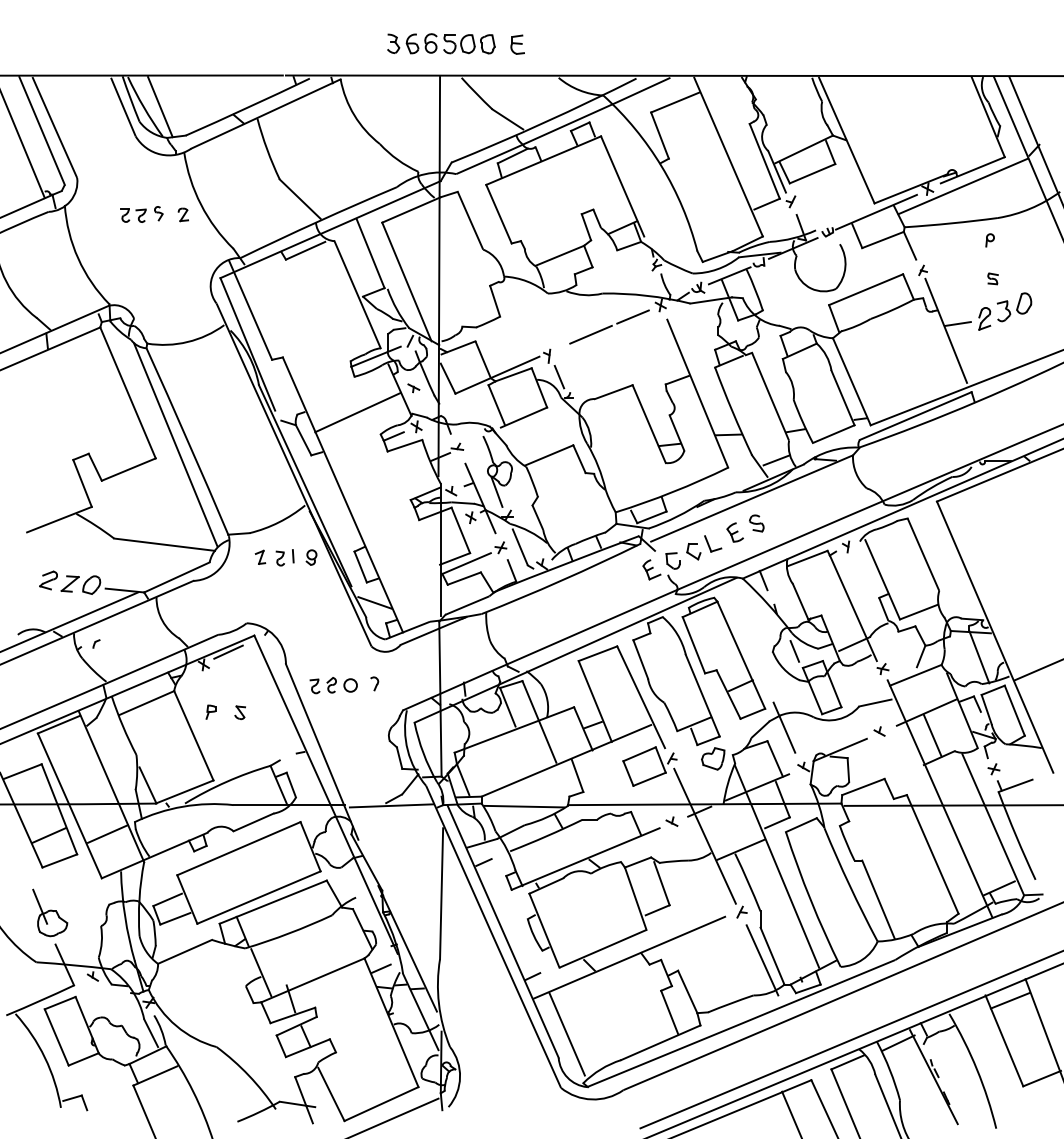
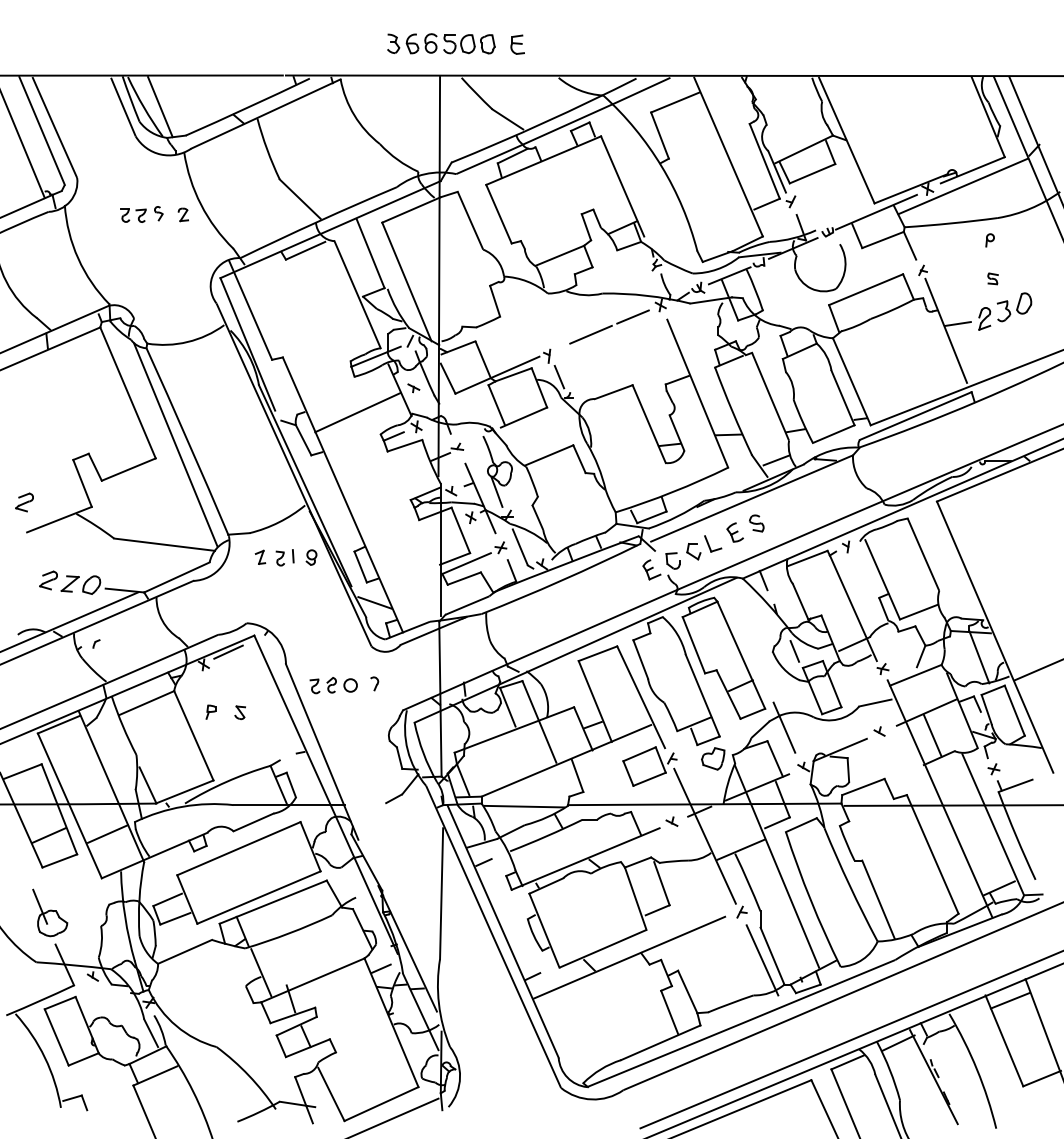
part at (24, 502): none -> present
line at (391, 805): present -> none
line at (566, 1034): present -> none
line at (791, 1113): present -> none
